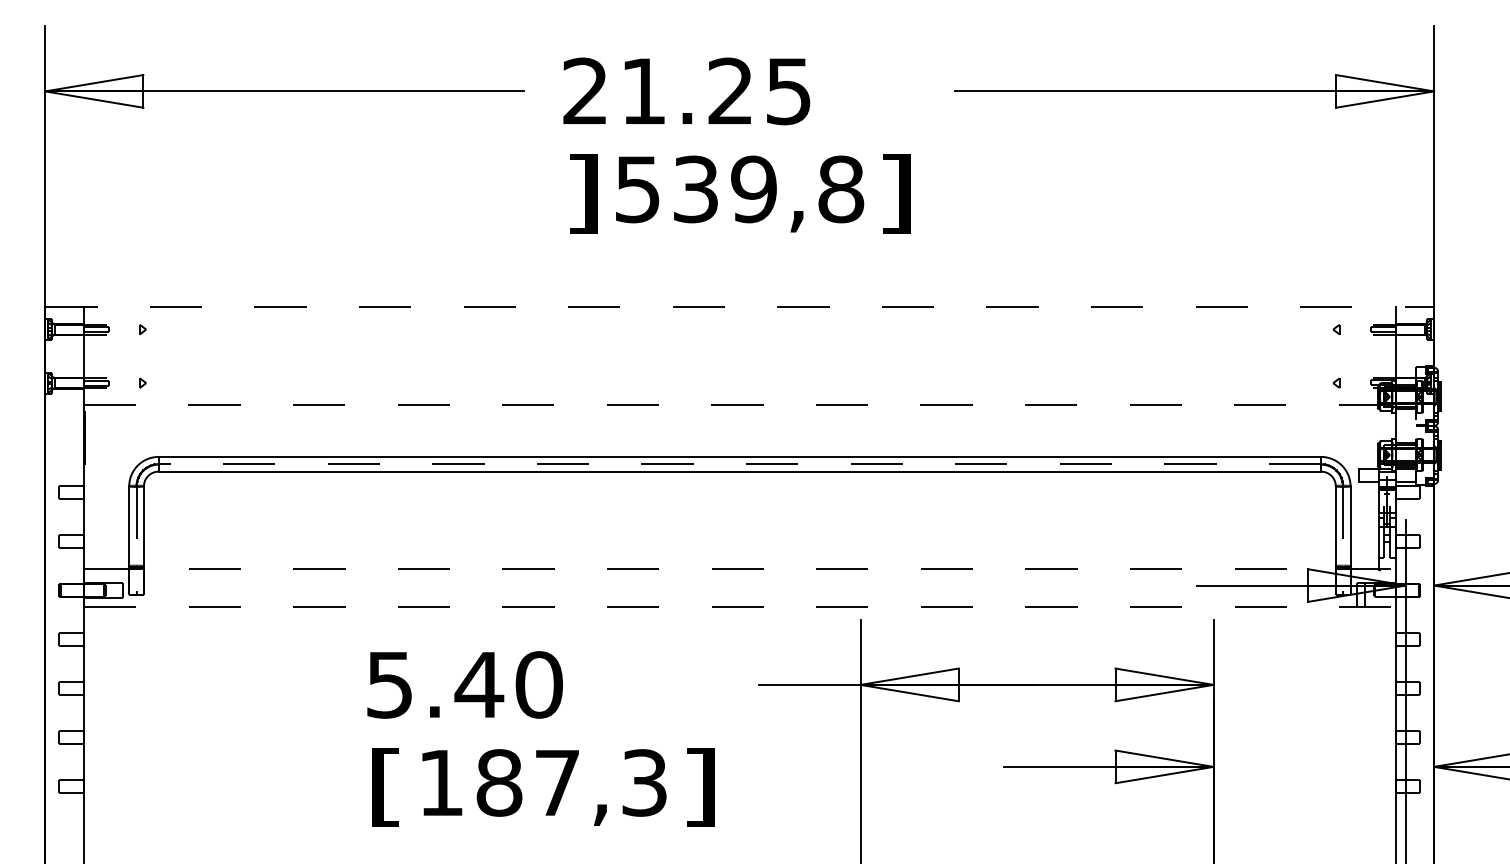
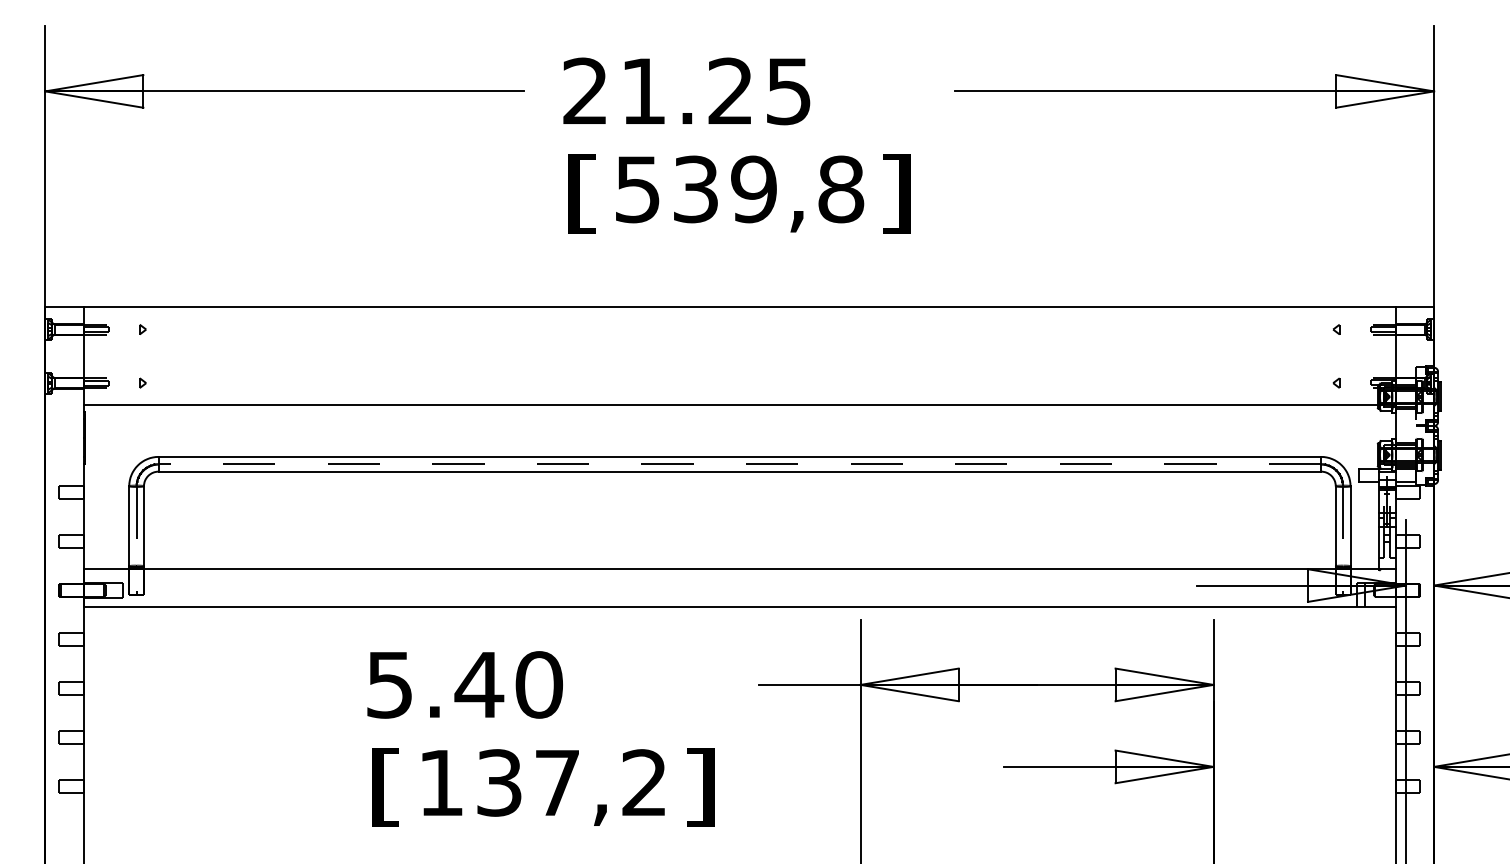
text at (582, 193): ] -> [
line at (740, 307): dashed -> solid
line at (739, 405): dashed -> solid
line at (739, 568): dashed -> solid
line at (739, 607): dashed -> solid
text at (571, 782): 187,3 -> 137,2
